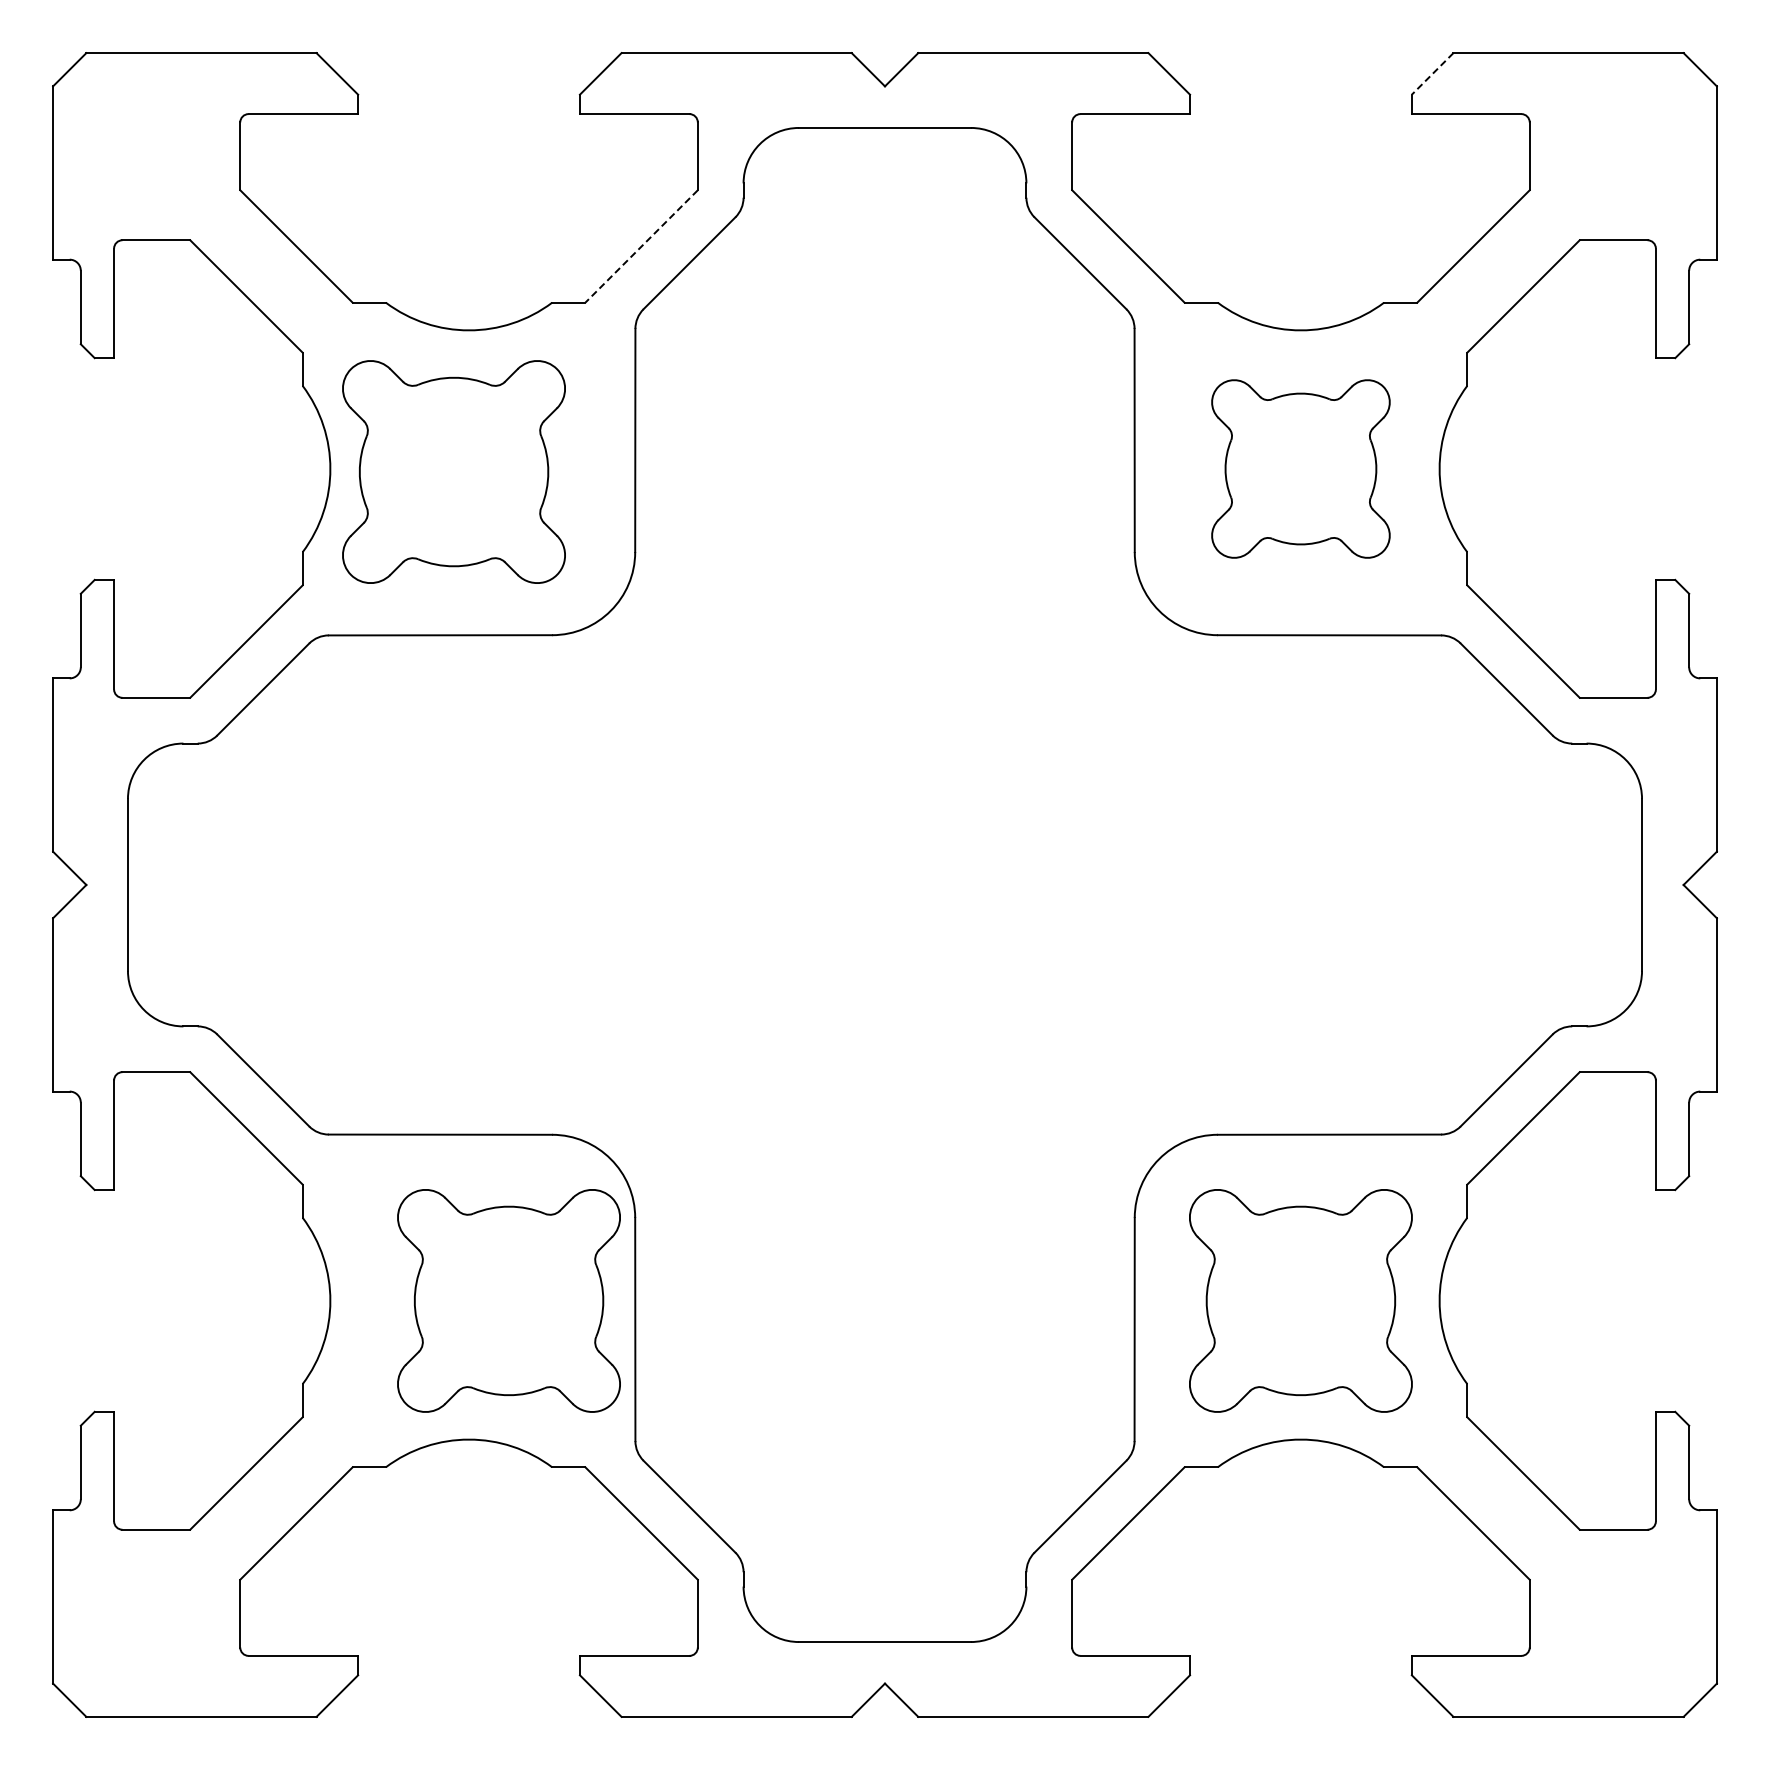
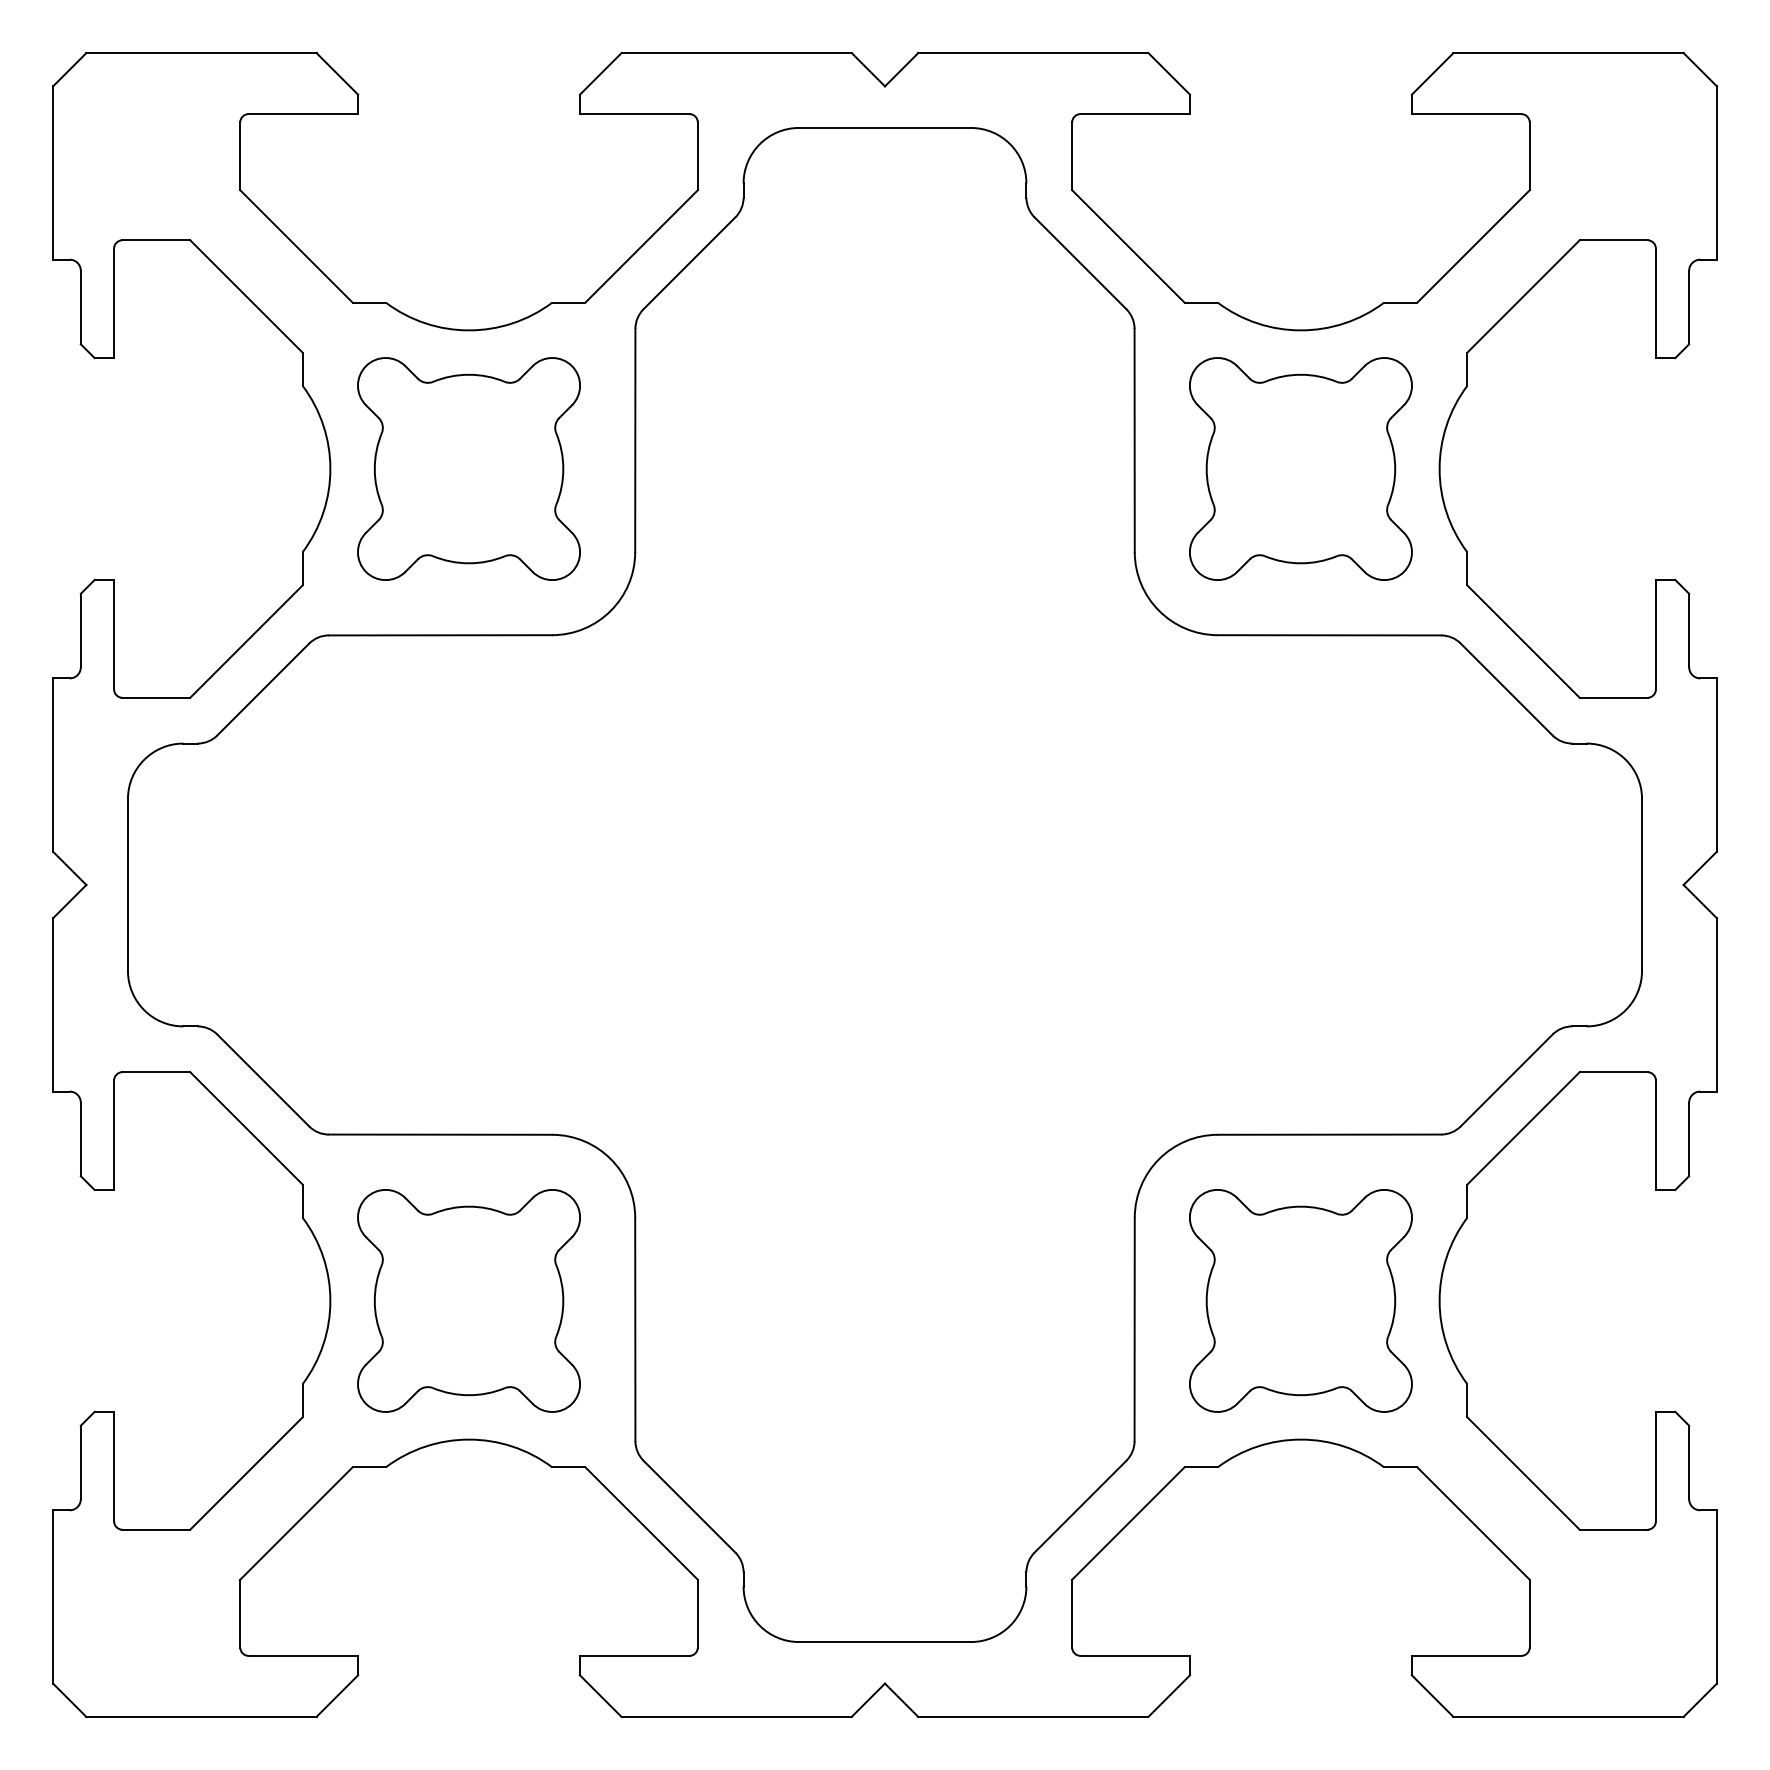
line at (1432, 74): dashed -> solid
line at (641, 246): dashed -> solid
part at (1300, 468) size: 180x180 px -> 224x224 px
part at (453, 471) position: (453, 471) -> (468, 468)
part at (508, 1300) position: (508, 1300) -> (468, 1300)
